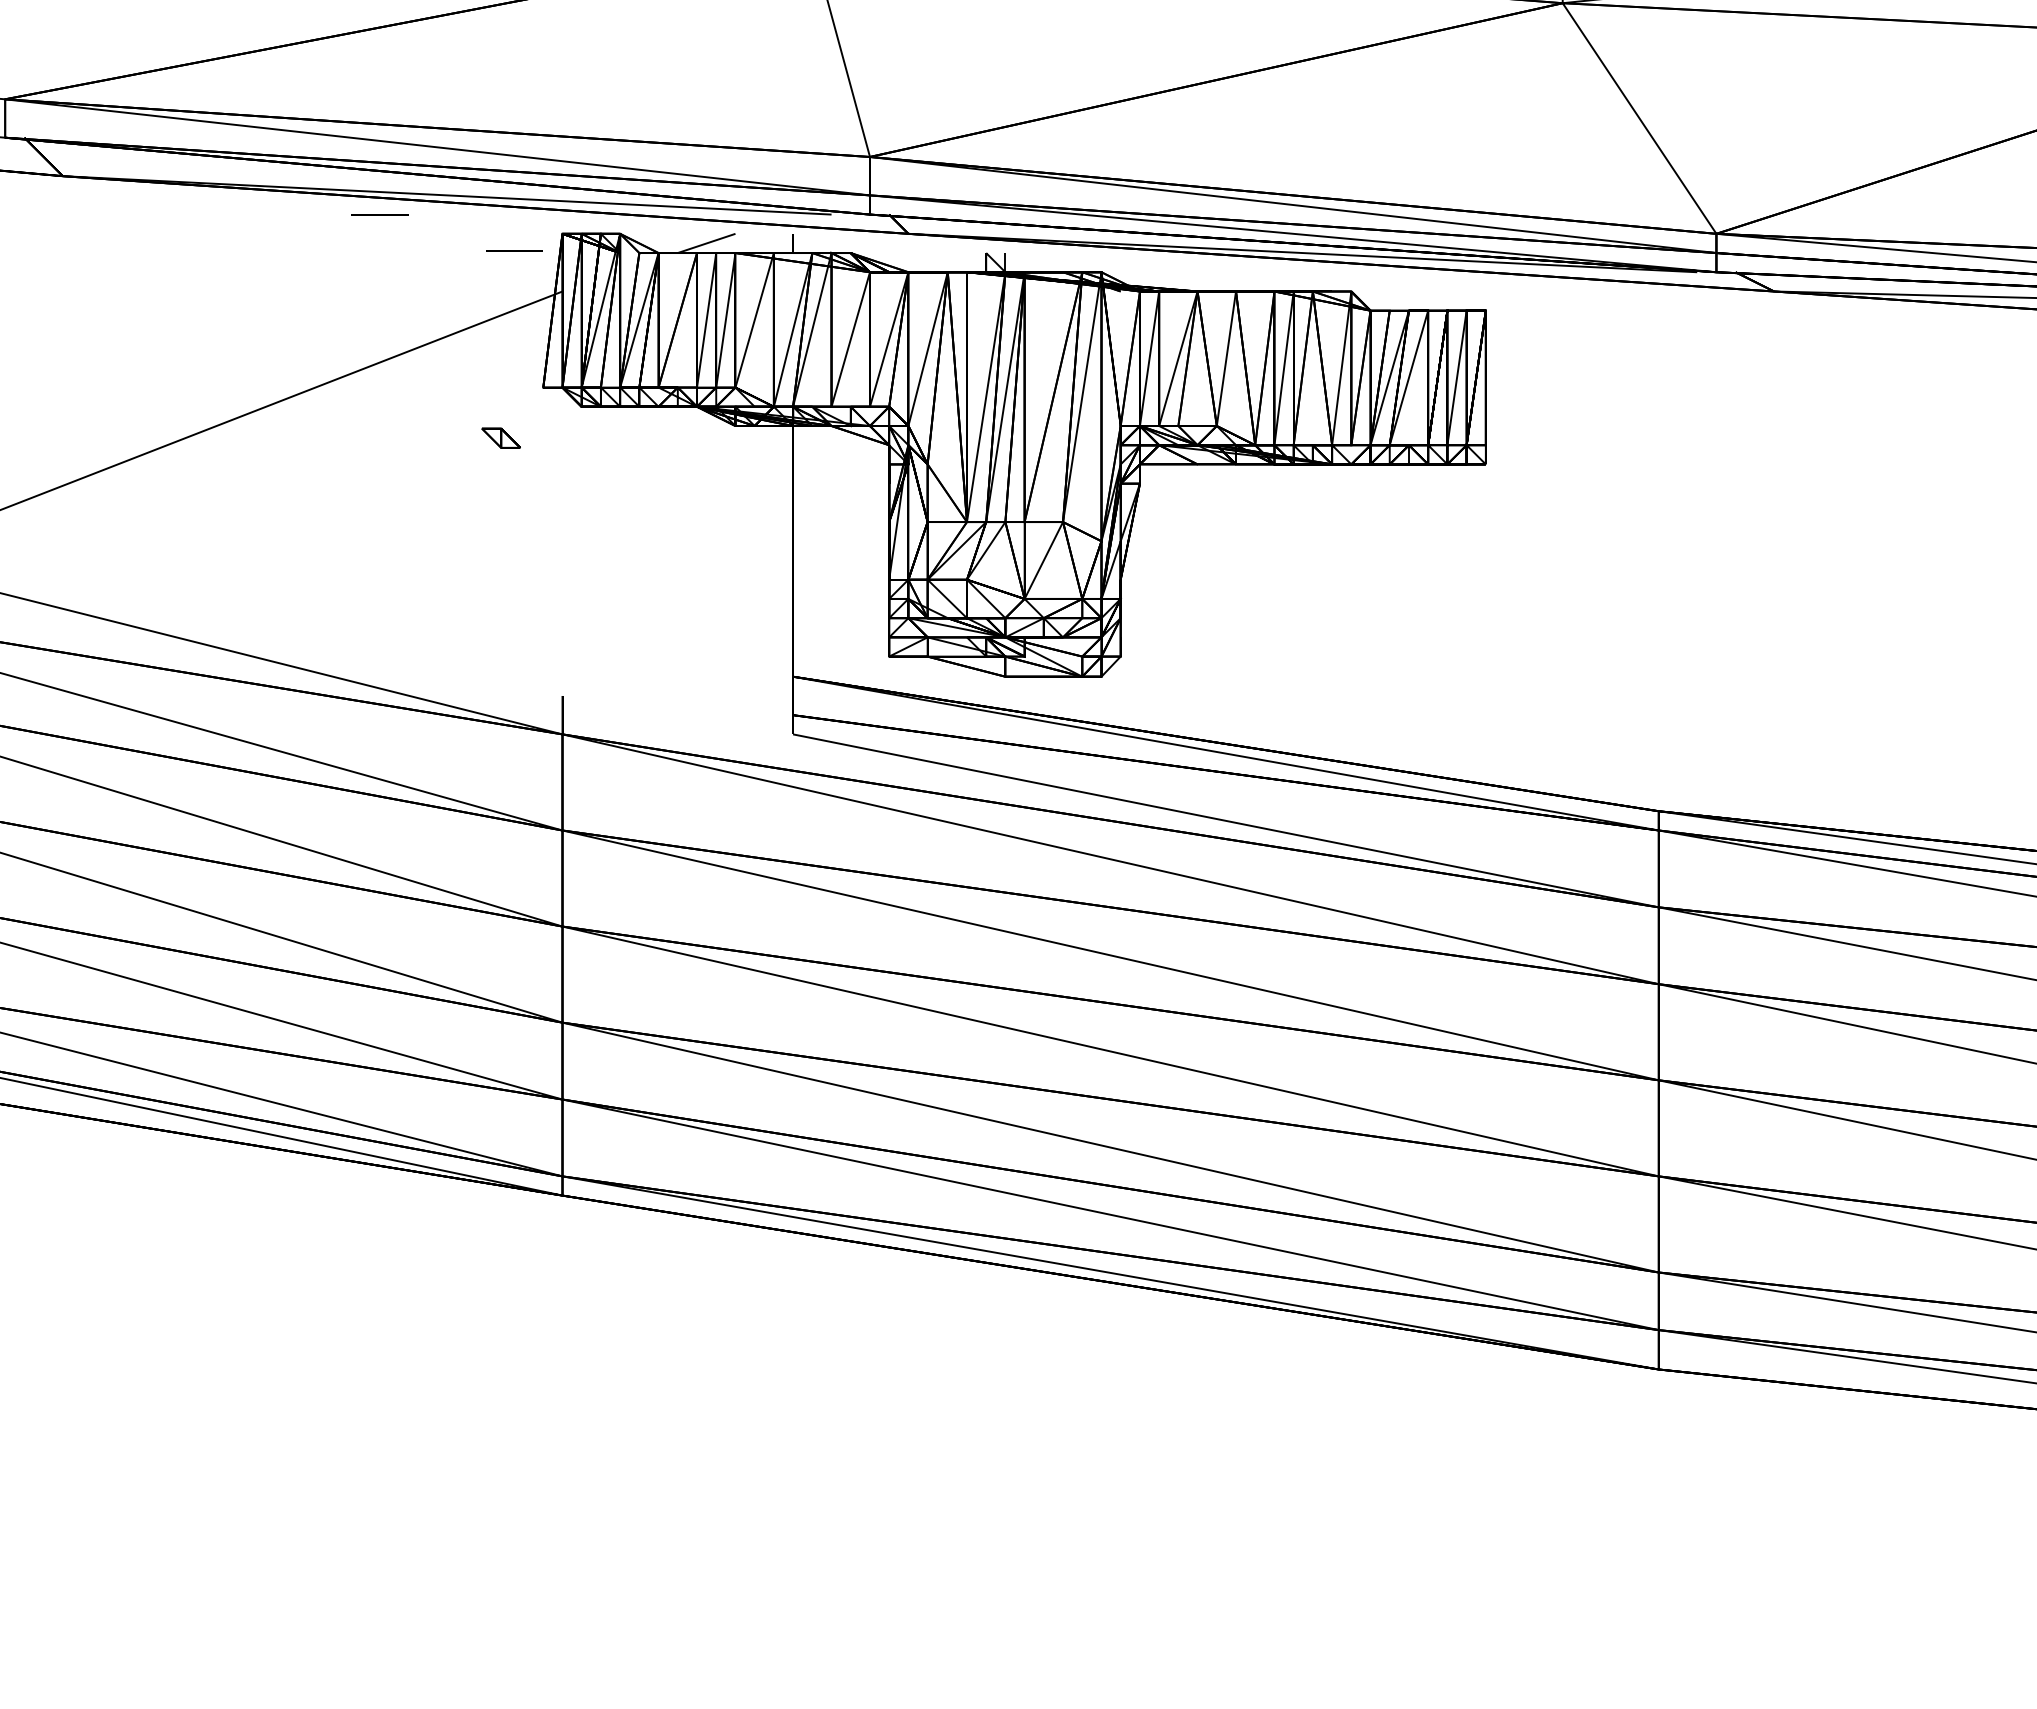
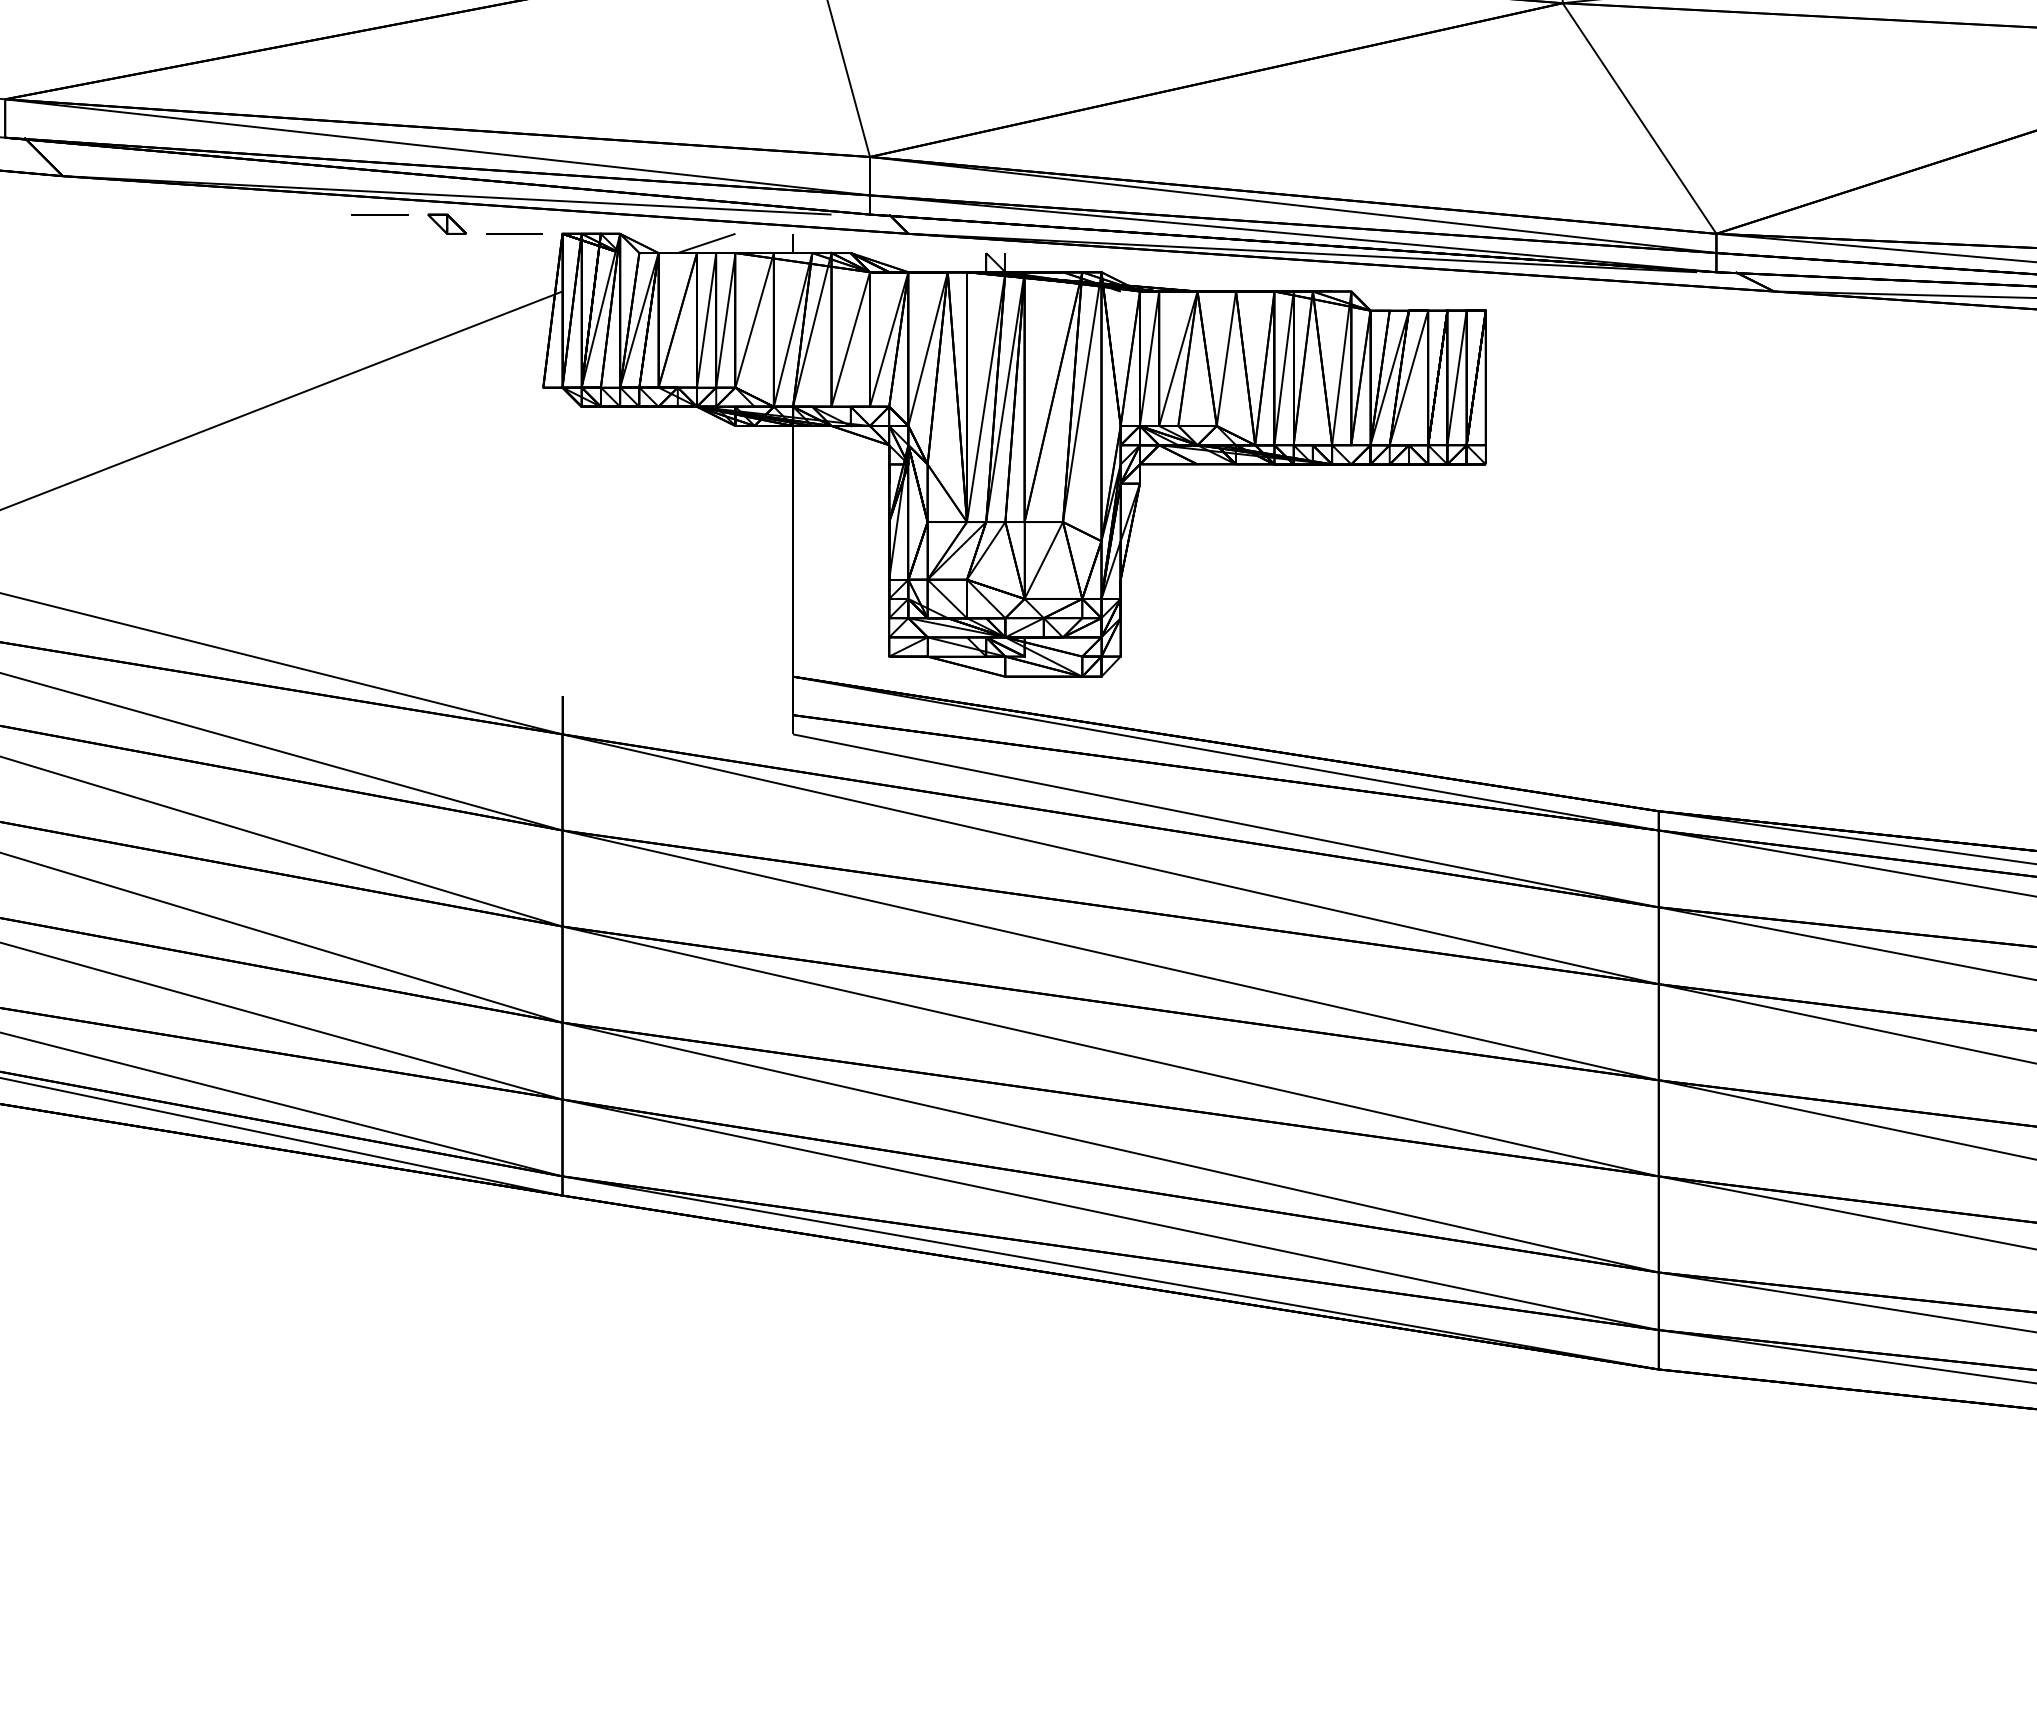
line at (514, 250) position: (514, 250) -> (514, 233)
part at (500, 437) position: (500, 437) -> (446, 223)
